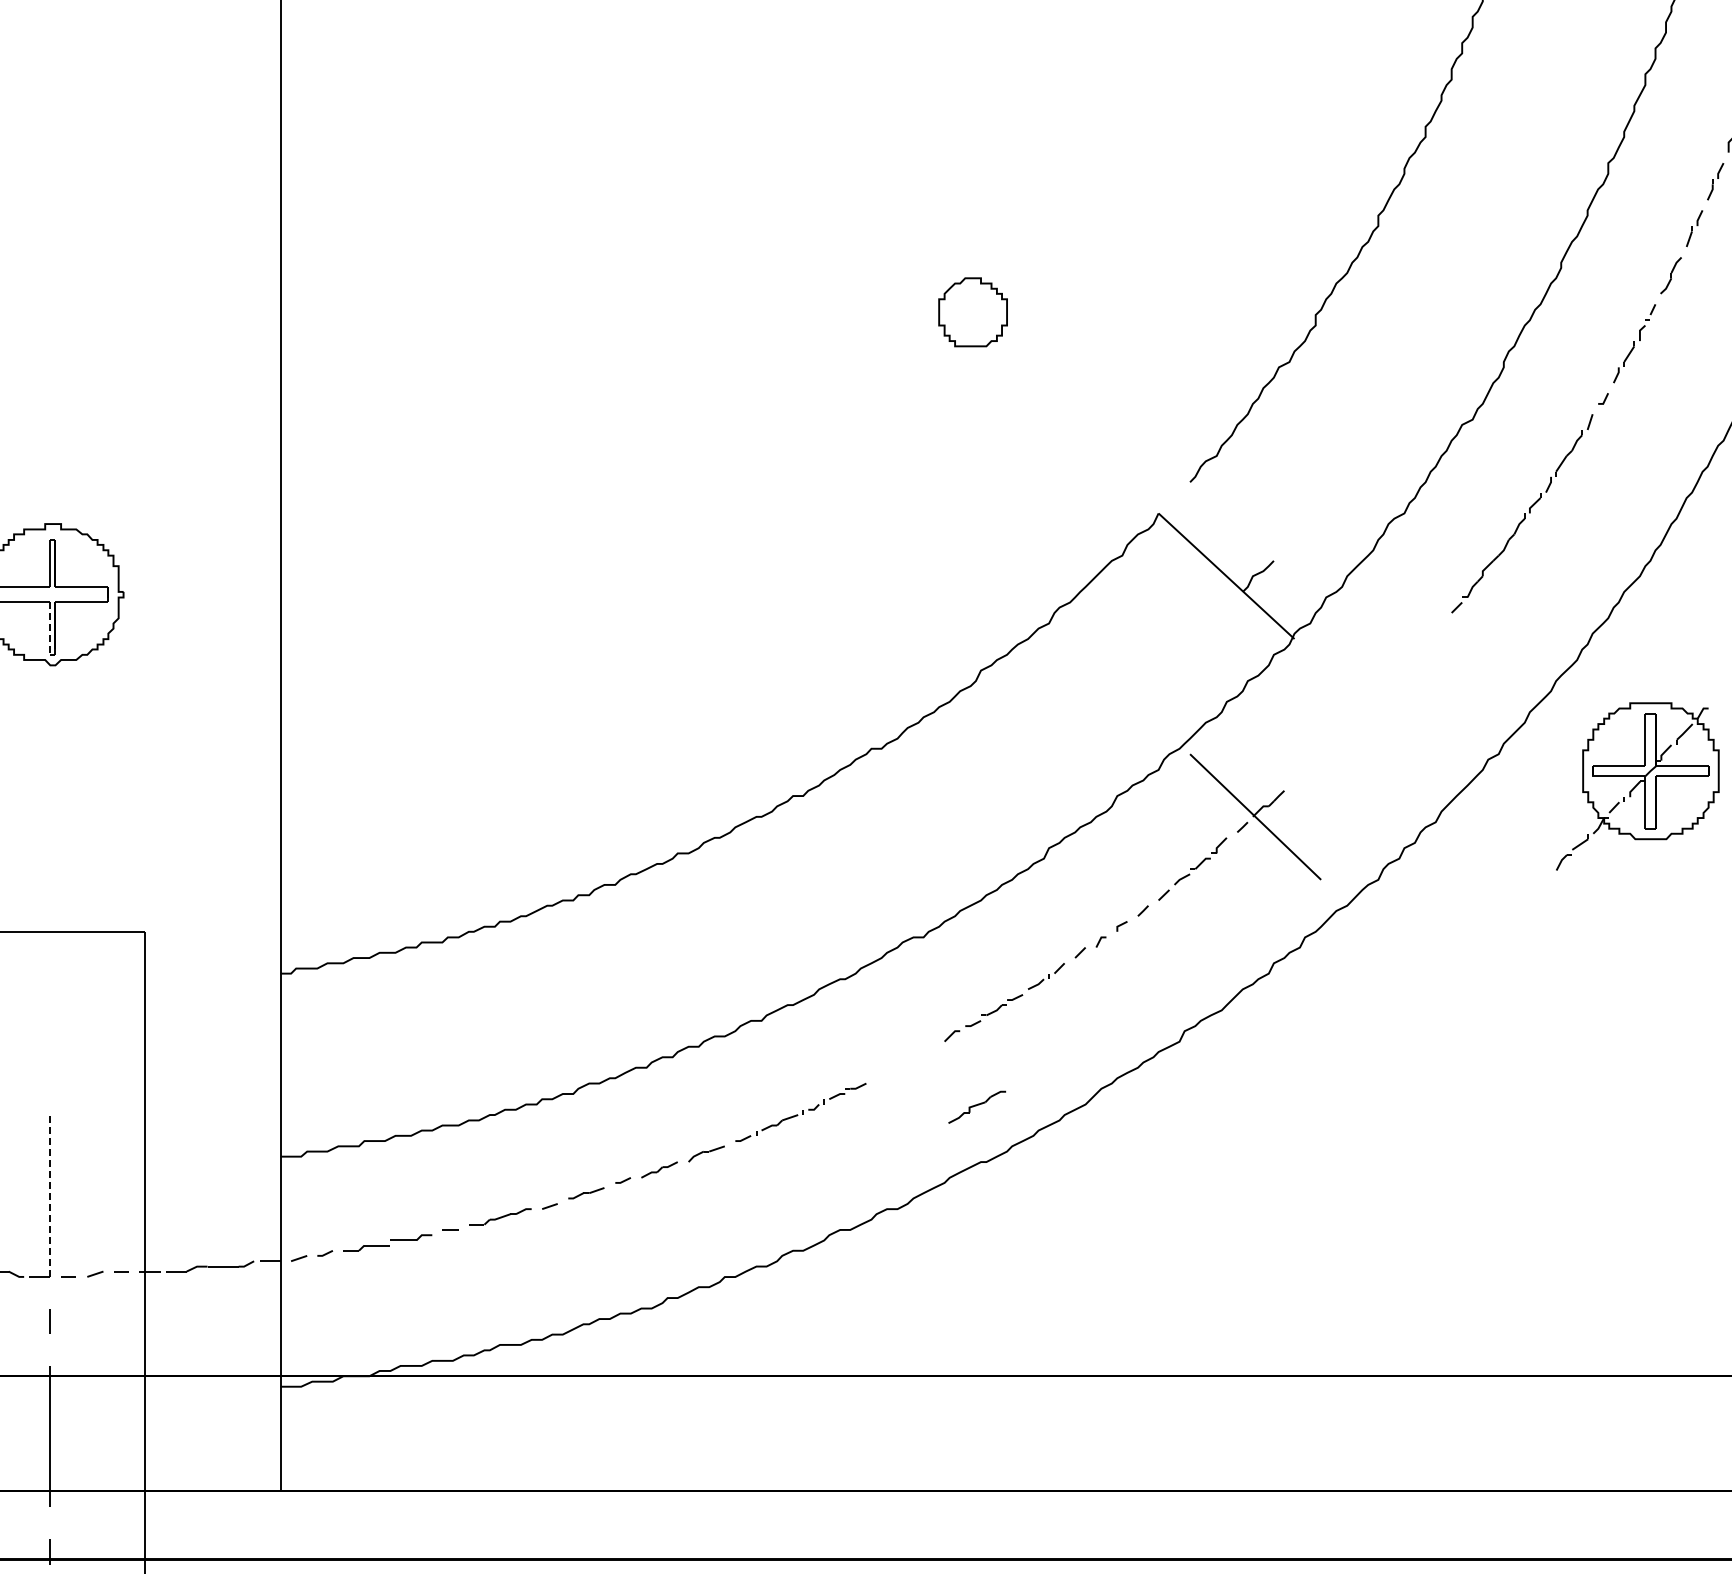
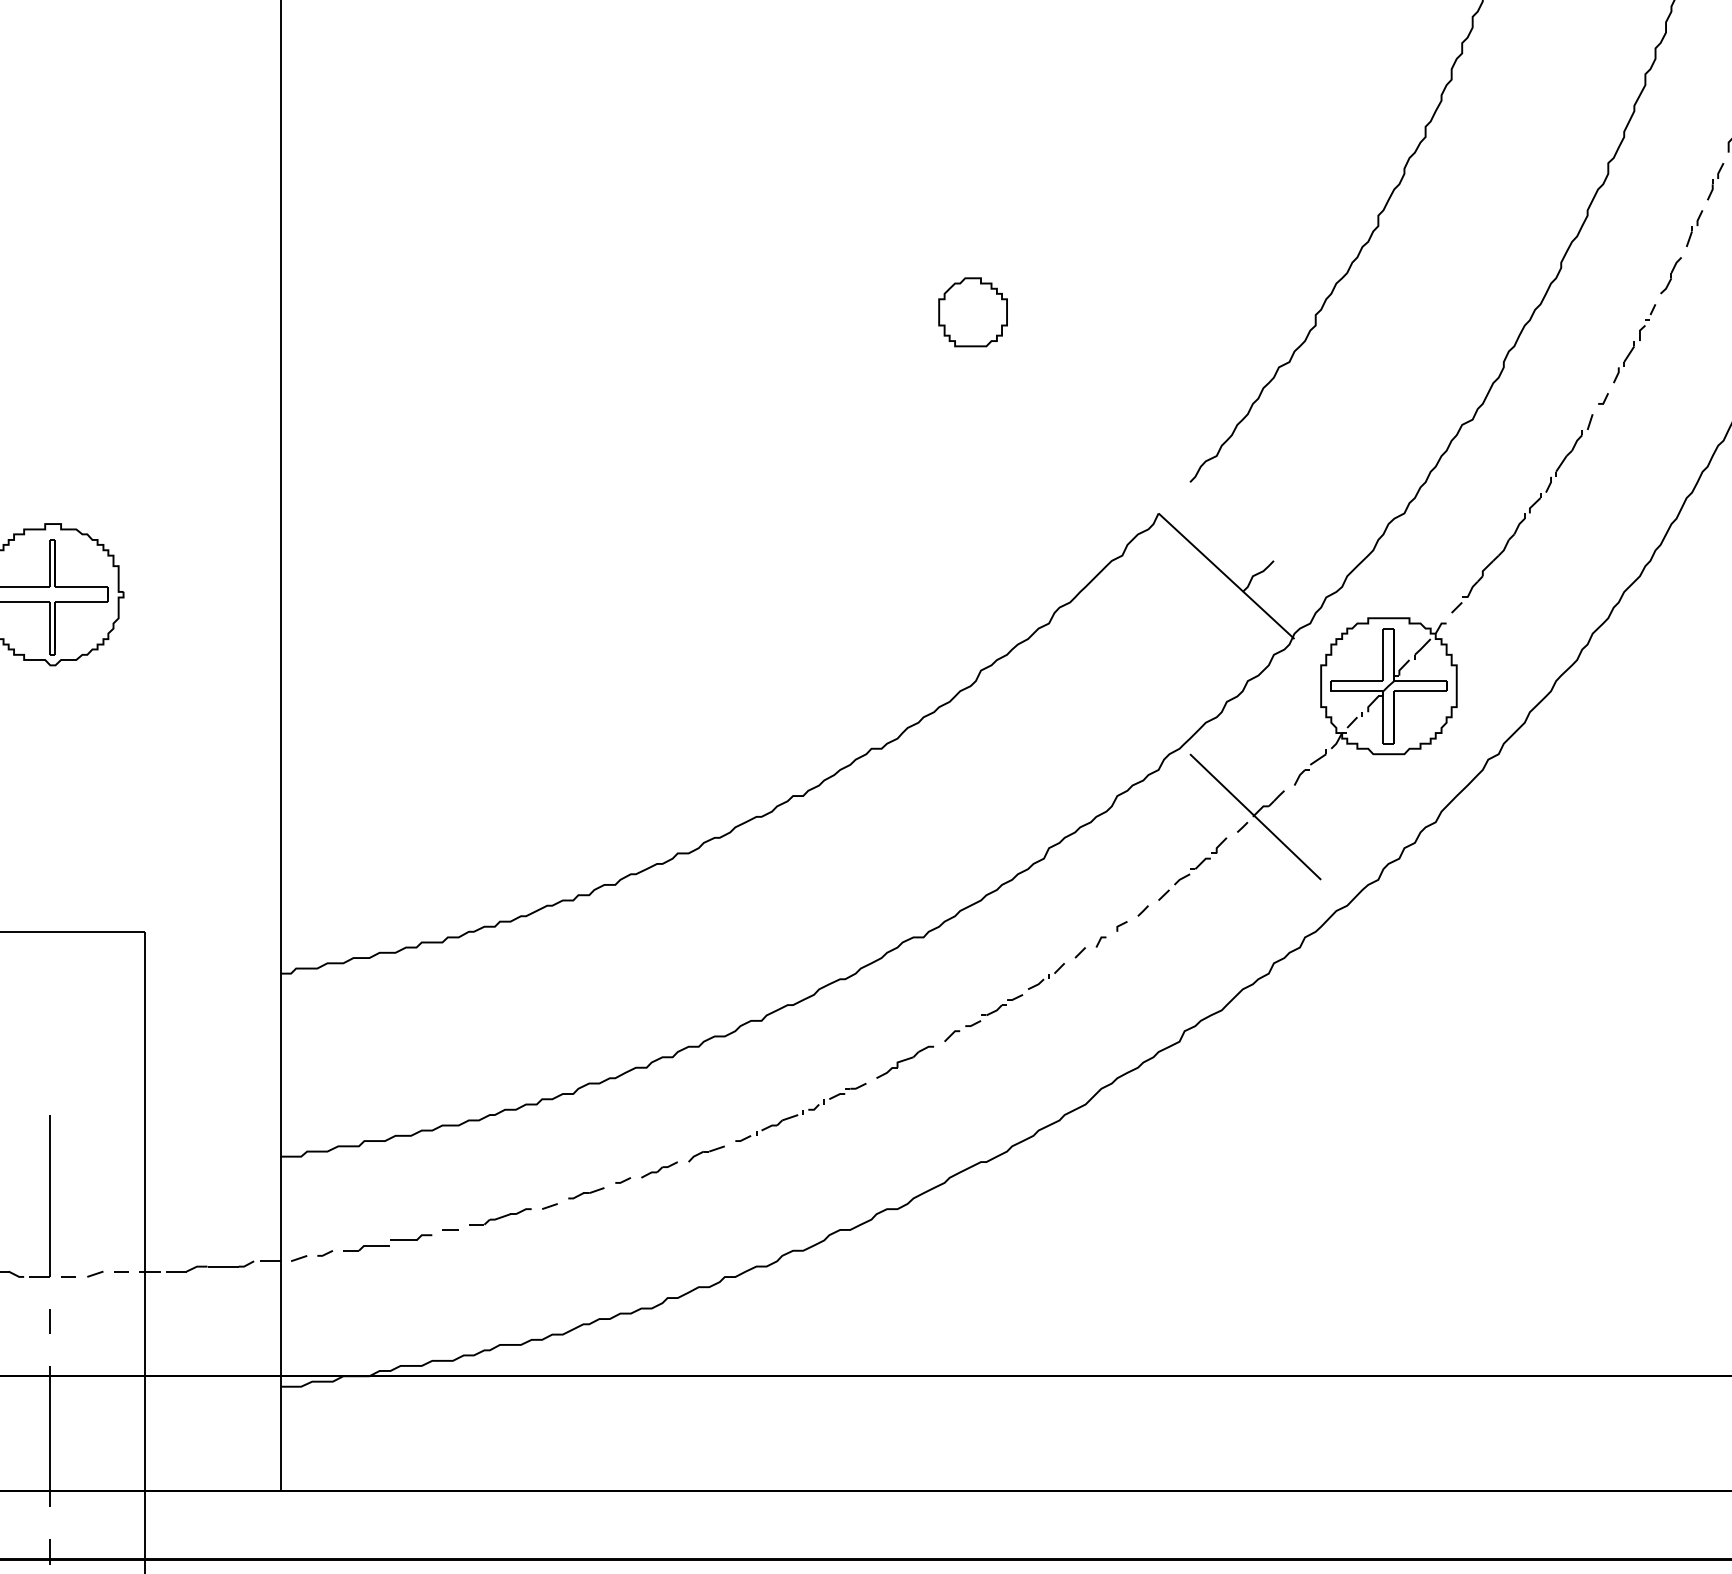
line at (50, 629): dashed -> solid
part at (1637, 786) position: (1637, 786) -> (1375, 701)
part at (977, 1106) position: (977, 1106) -> (905, 1061)
line at (50, 1195): dashed -> solid
